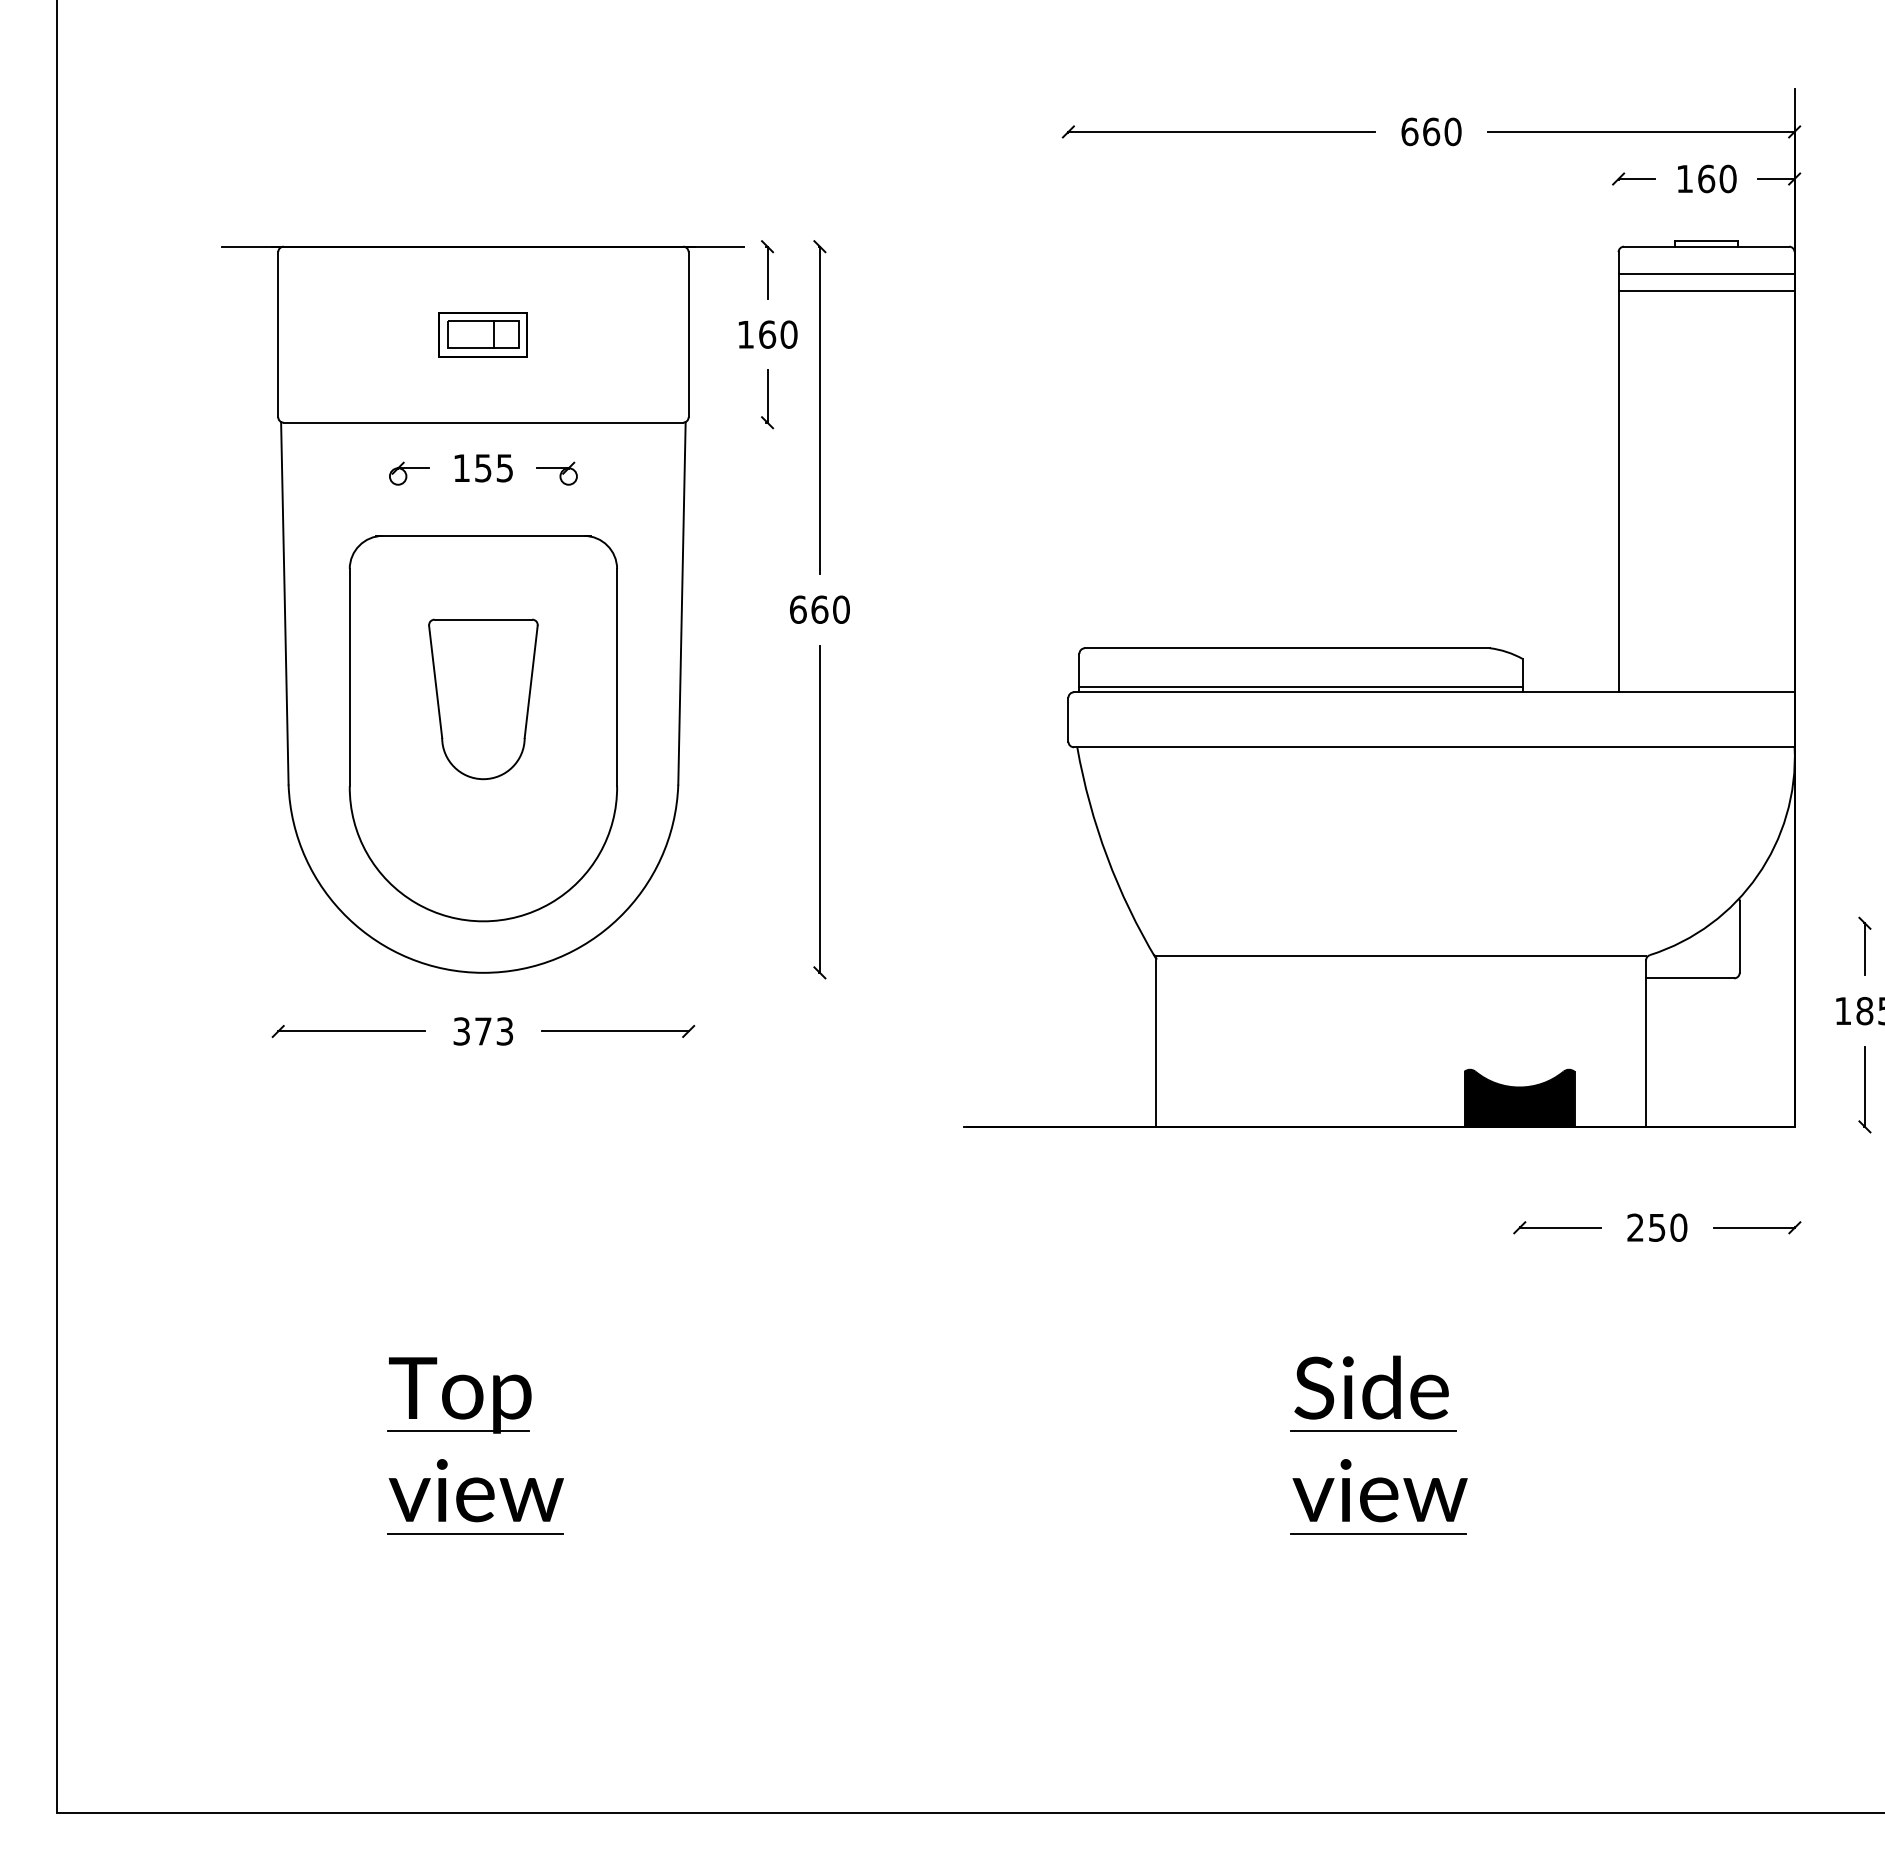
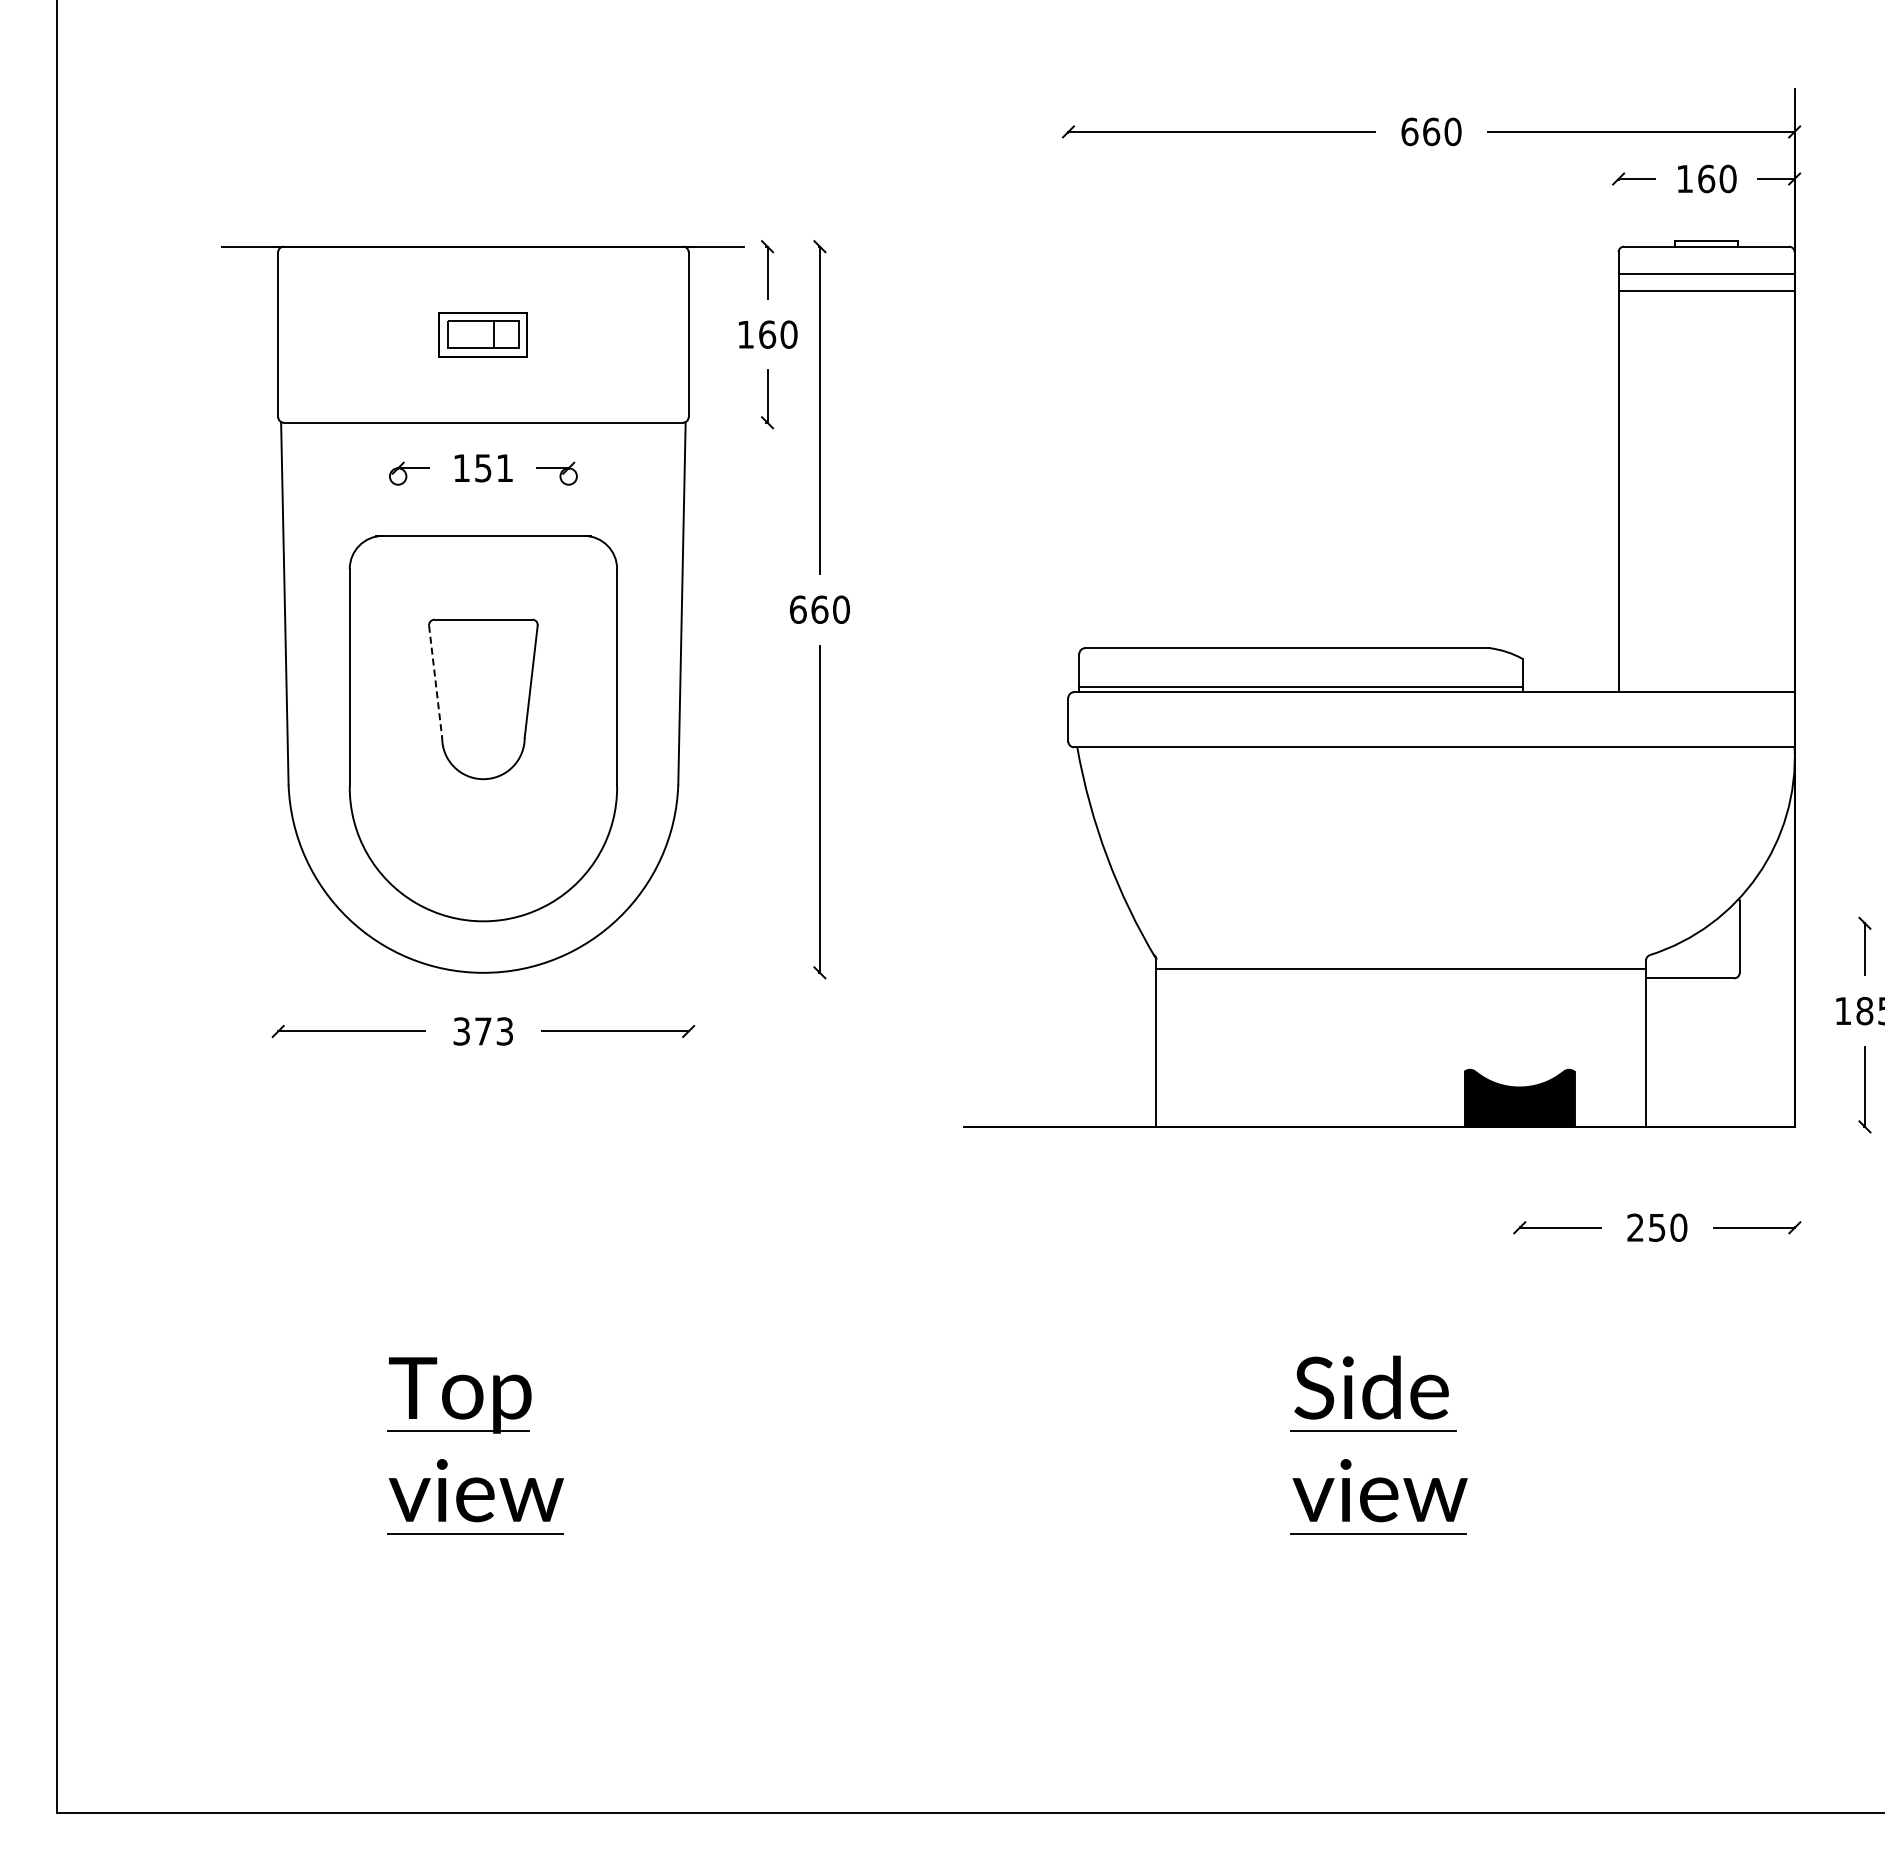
text at (504, 468): 155 -> 151
line at (435, 682): solid -> dashed
line at (1401, 956) position: (1401, 956) -> (1401, 969)
